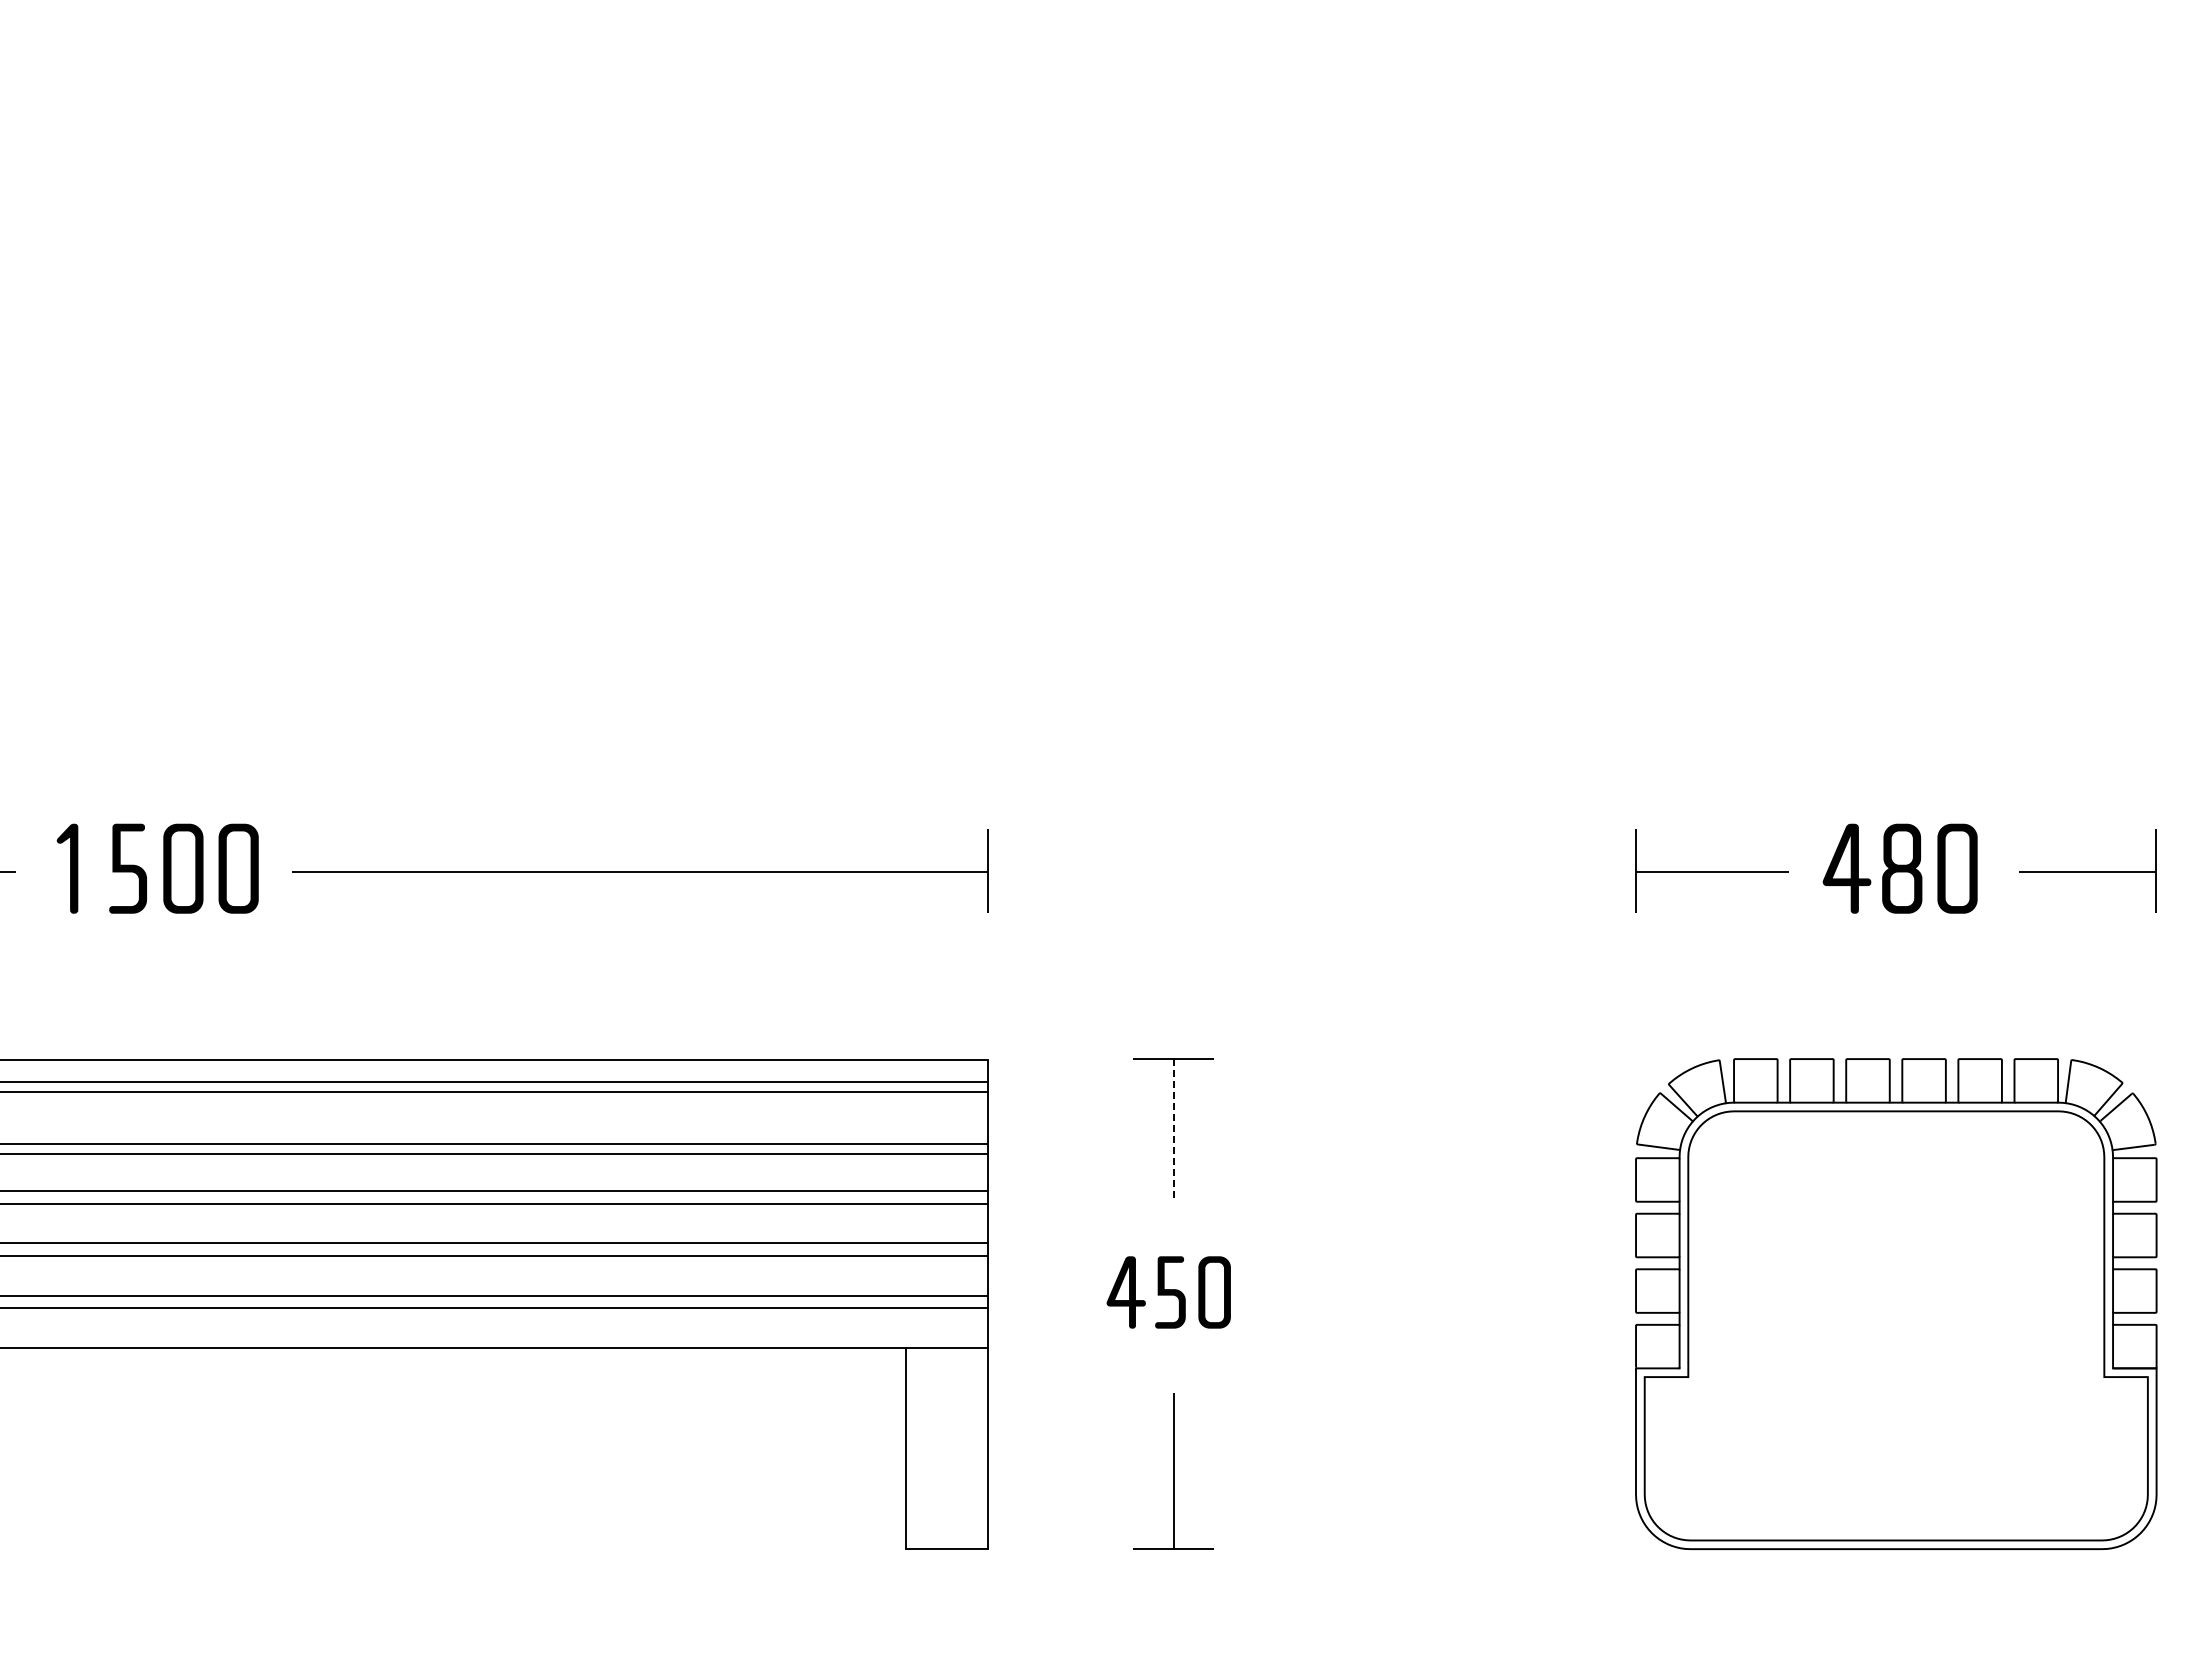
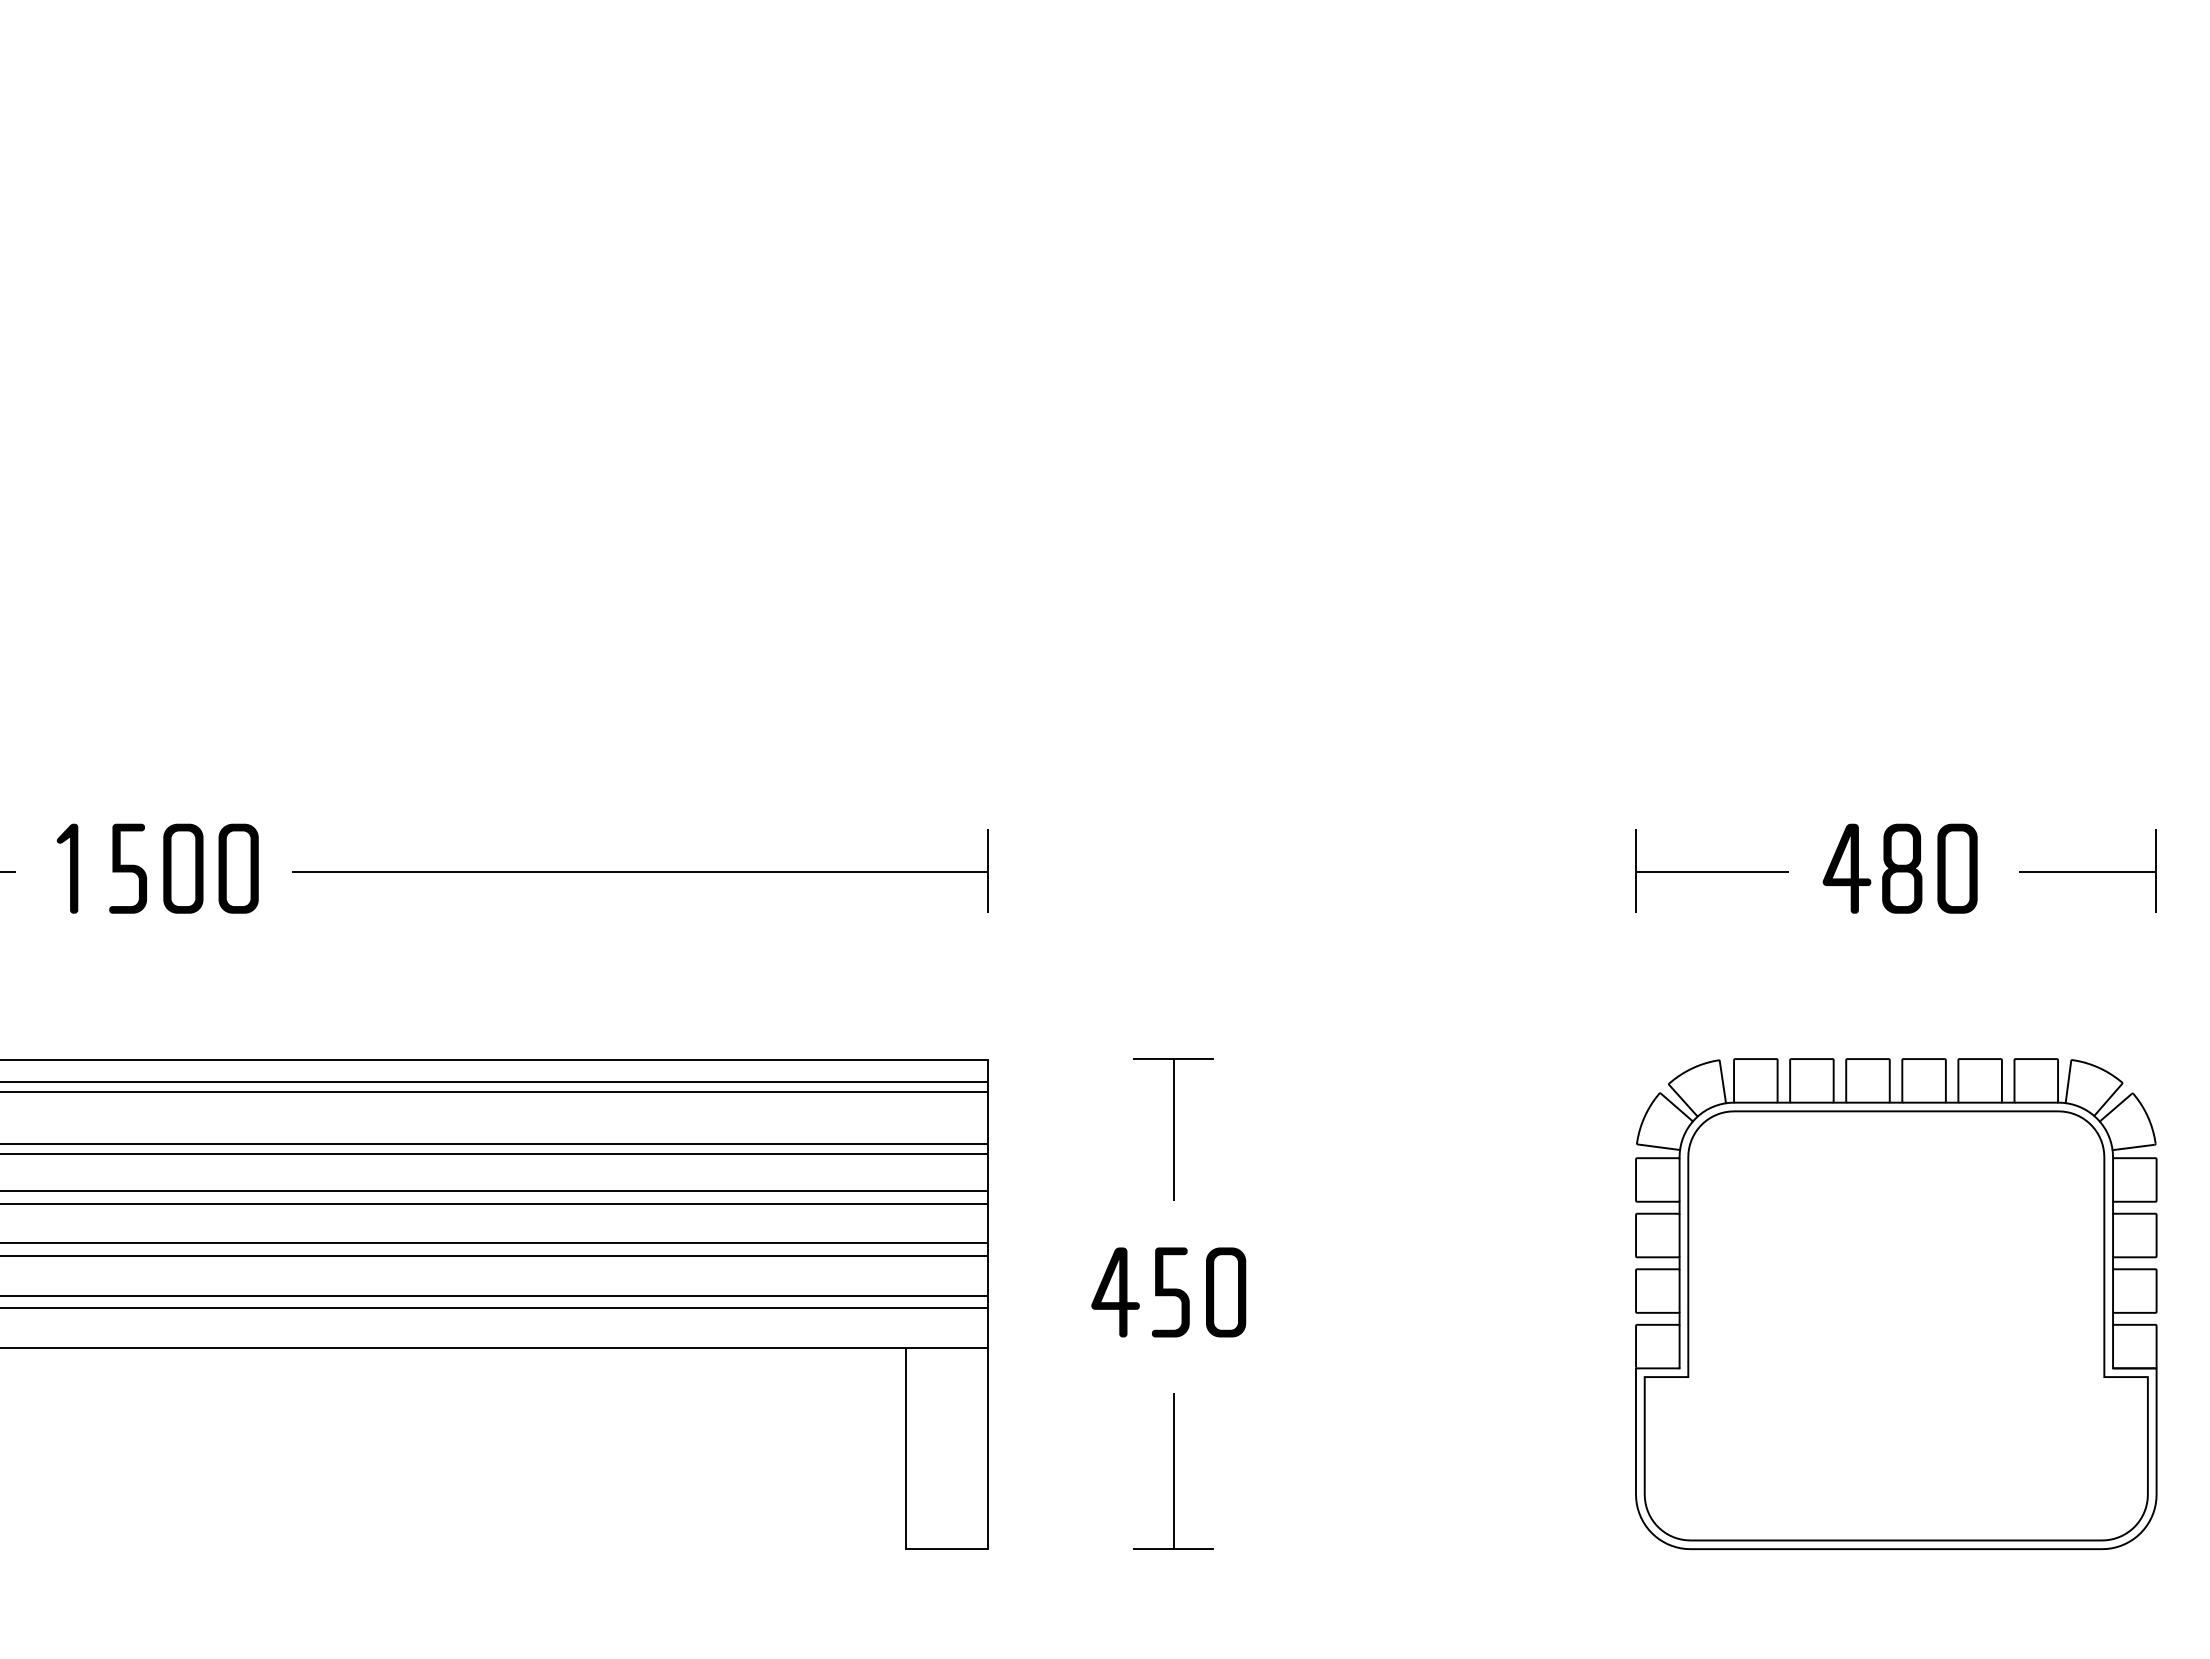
line at (1173, 1130): dashed -> solid
part at (1168, 1292) size: 125x73 px -> 156x91 px
